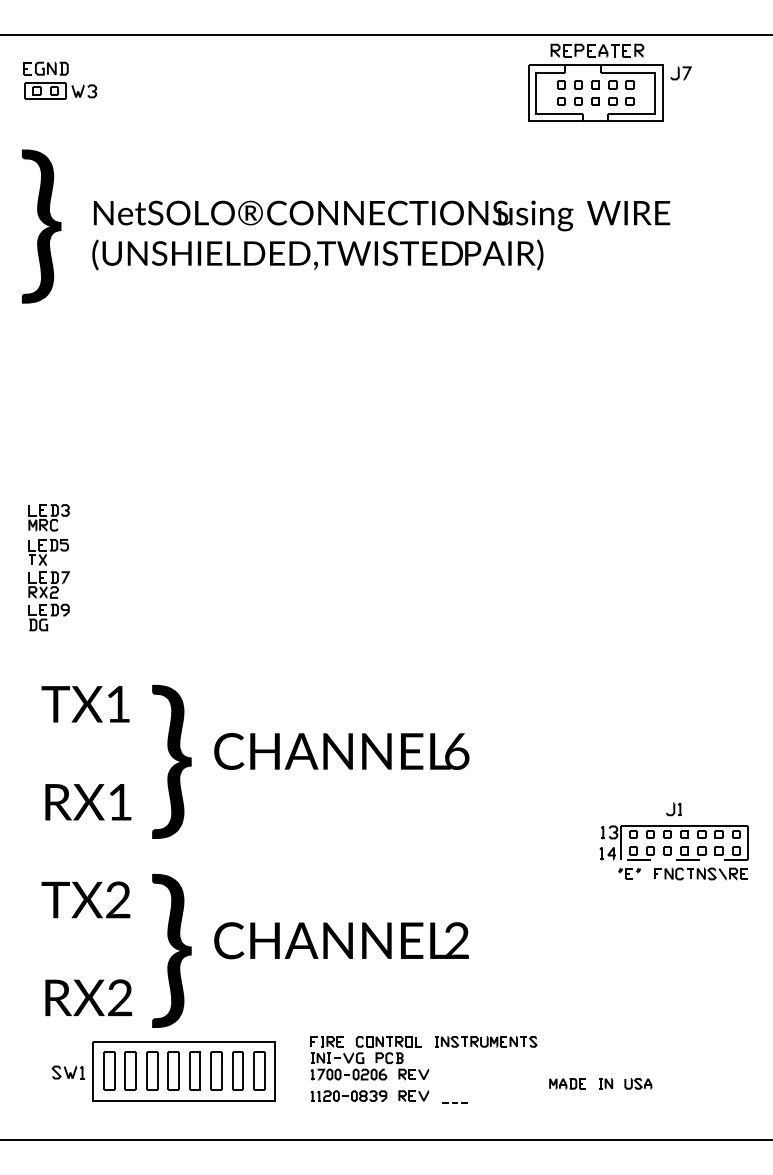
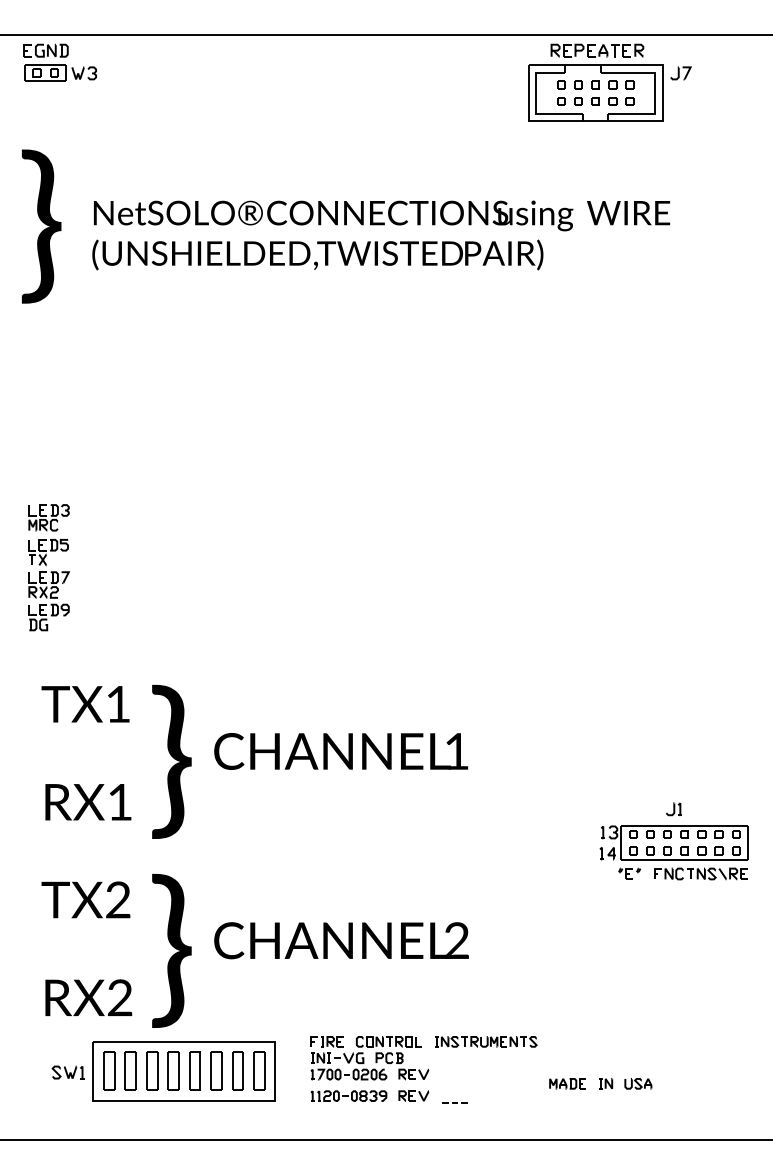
part at (59, 80) position: (59, 80) -> (59, 62)
text at (457, 751): 6 -> 1
line at (683, 859): dashed -> solid
